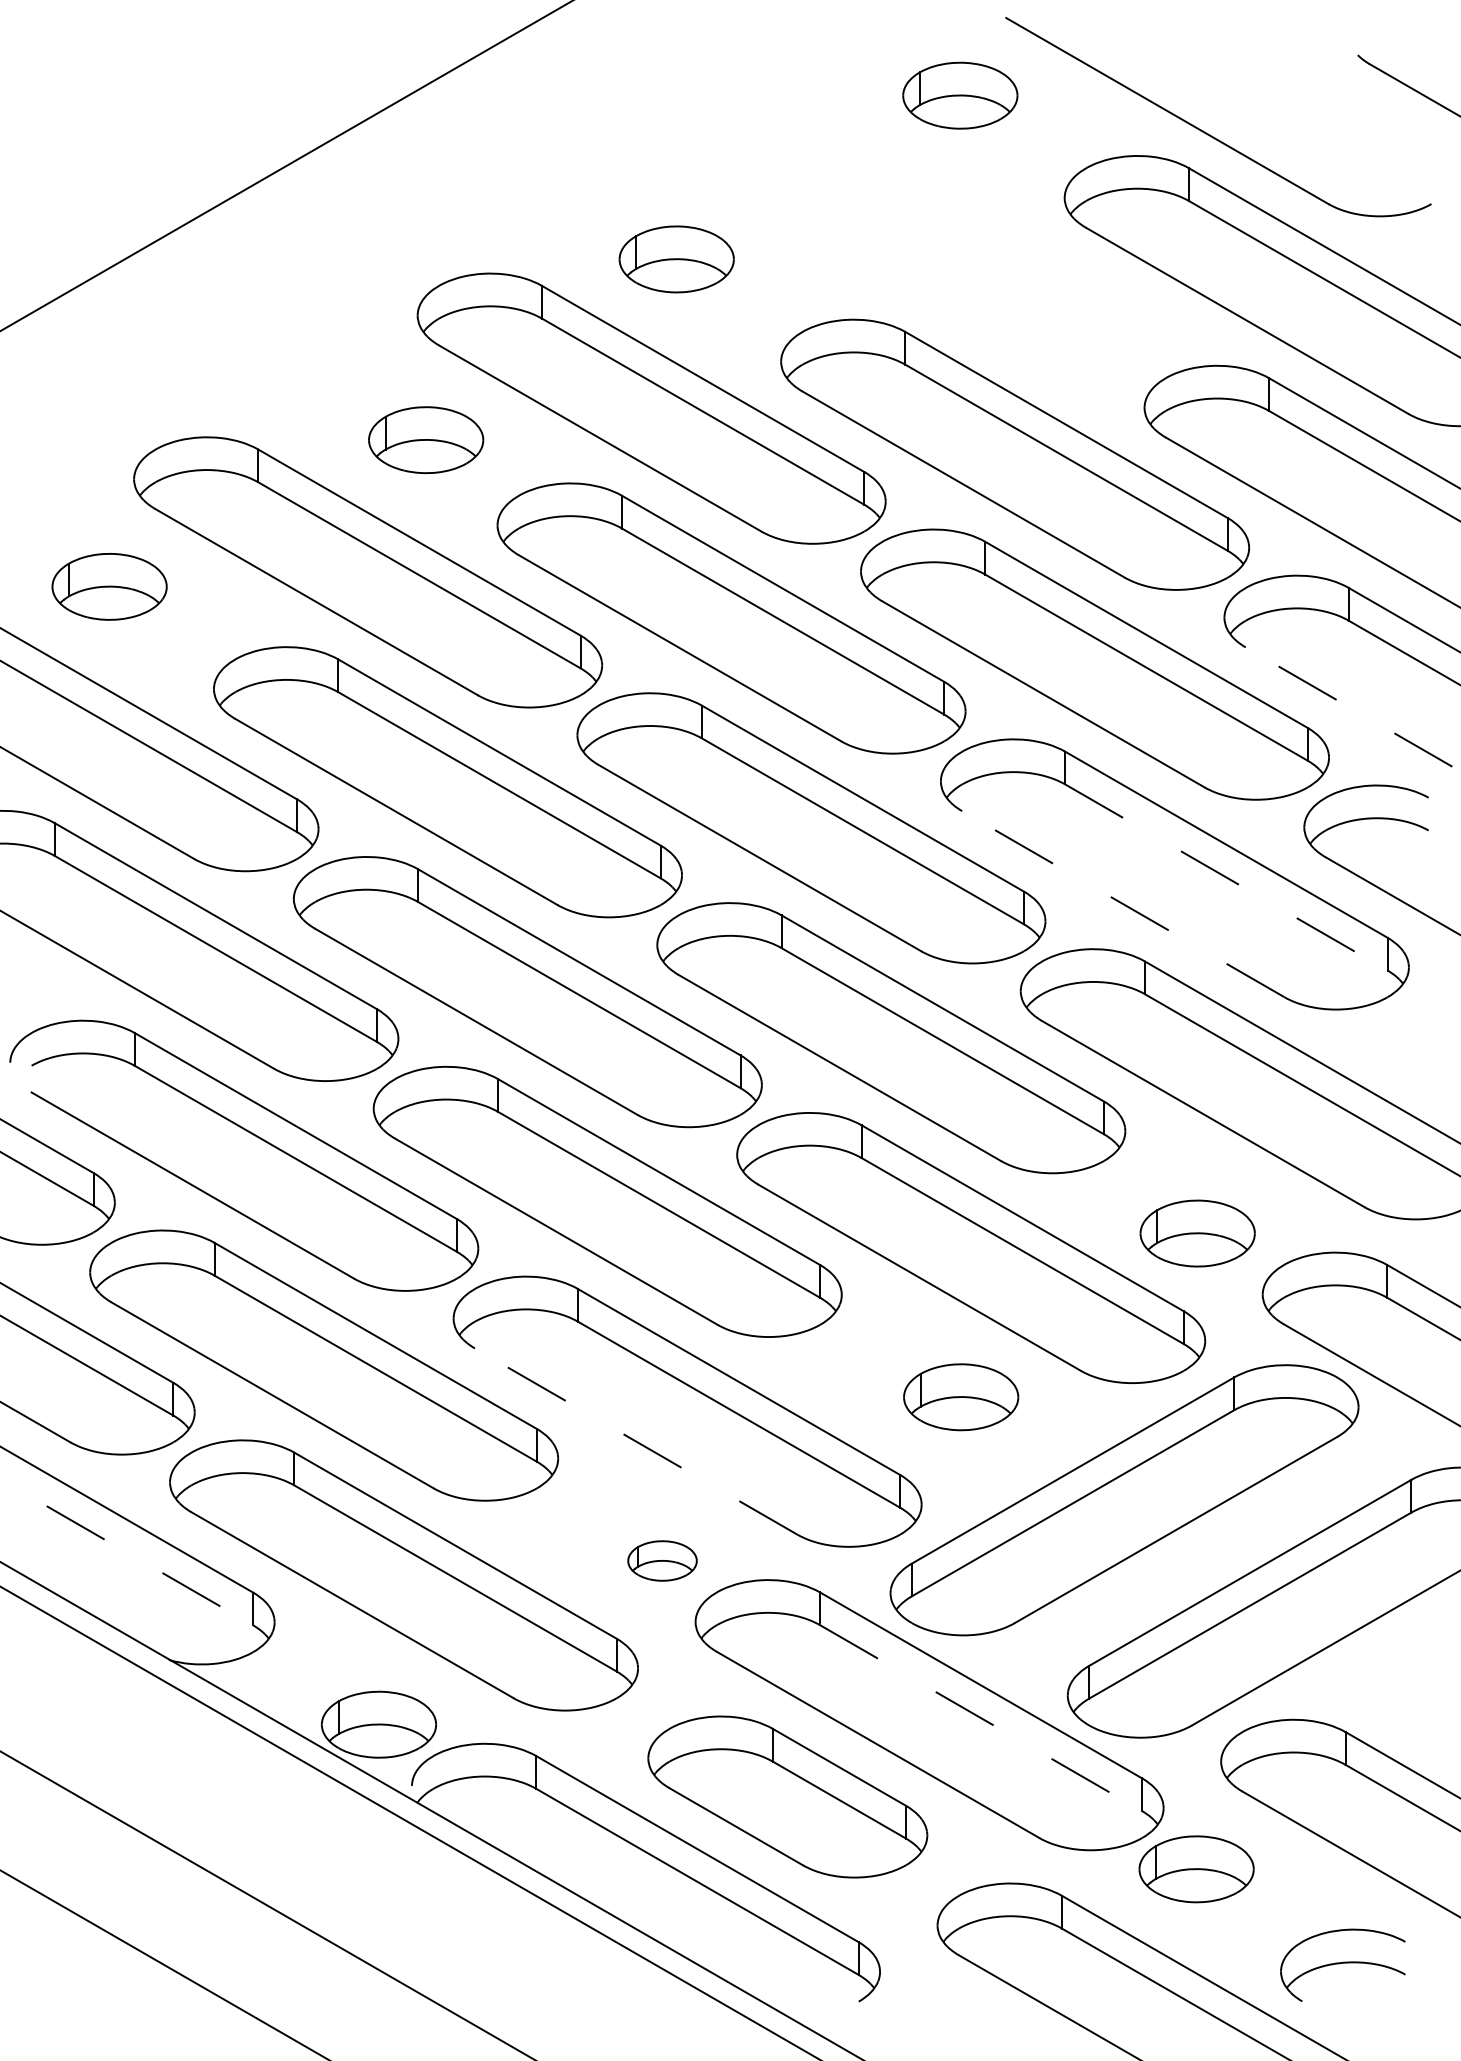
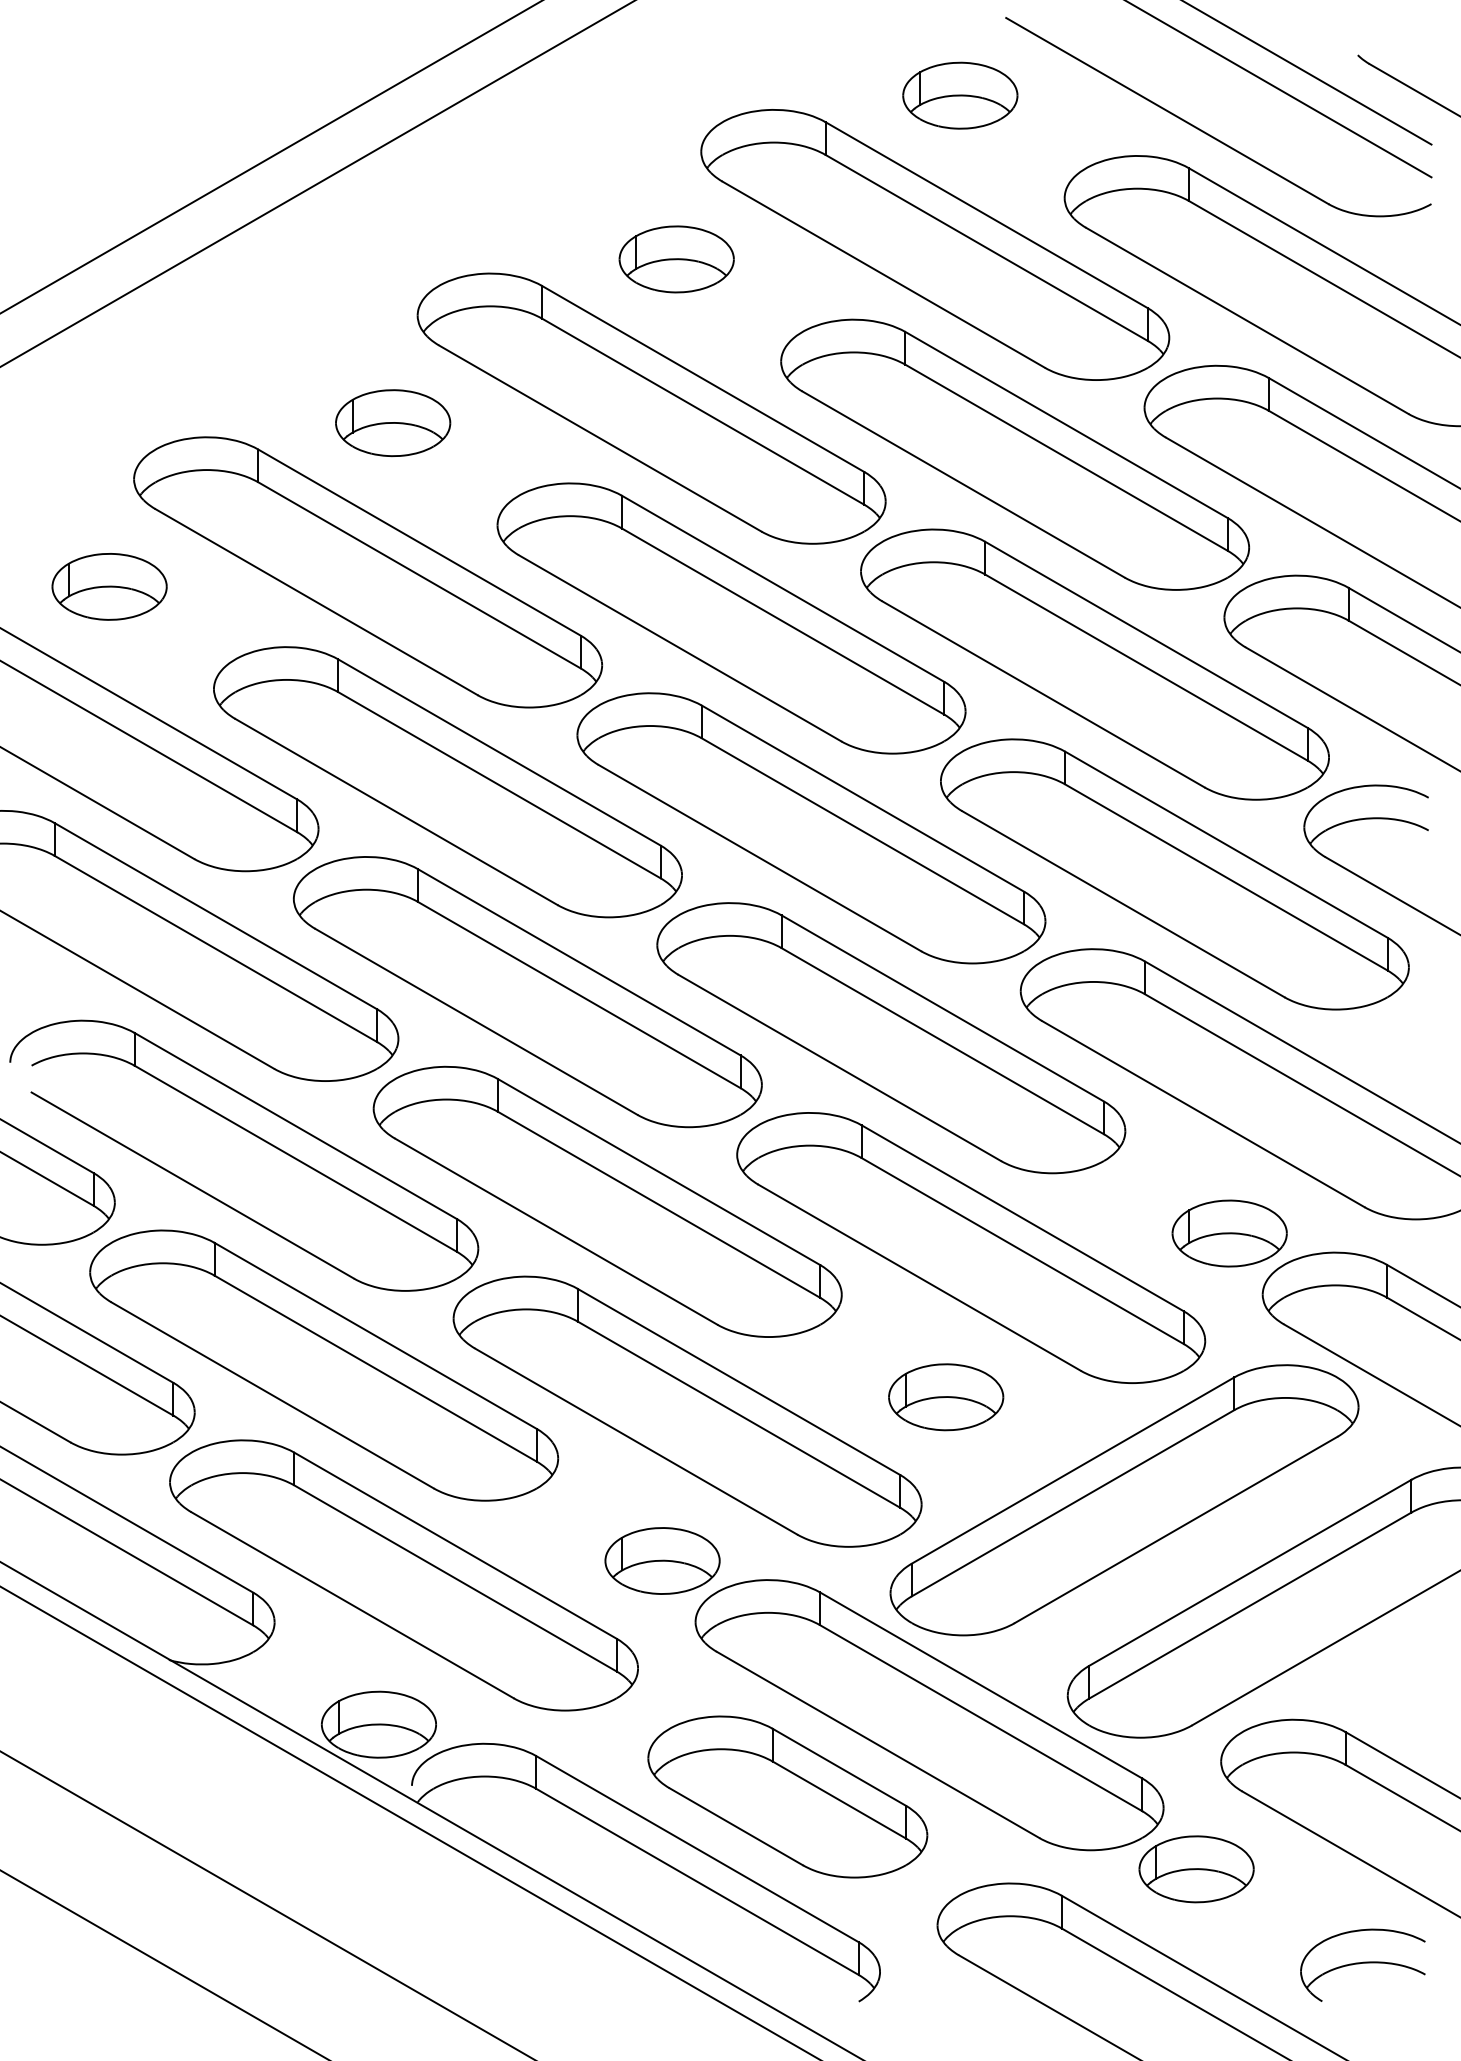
line at (1307, 73): none -> present
line at (1279, 89): none -> present
line at (285, 165) position: (285, 165) -> (270, 157)
line at (316, 183): none -> present
part at (935, 244): none -> present
part at (426, 440) position: (426, 440) -> (393, 423)
line at (1352, 709): dashed -> solid
line at (1226, 877): dashed -> solid
line at (1122, 903): dashed -> solid
part at (1197, 1233) position: (1197, 1233) -> (1229, 1233)
part at (961, 1397) position: (961, 1397) -> (946, 1397)
line at (635, 1441): dashed -> solid
line at (127, 1552): dashed -> solid
part at (662, 1560) size: 71x42 px -> 117x68 px
line at (981, 1718): dashed -> solid
part at (1342, 1964) position: (1342, 1964) -> (1362, 1964)
